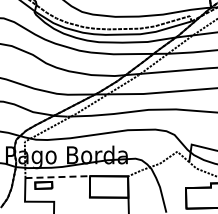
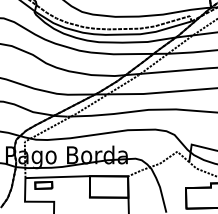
line at (58, 177): dashed -> solid
